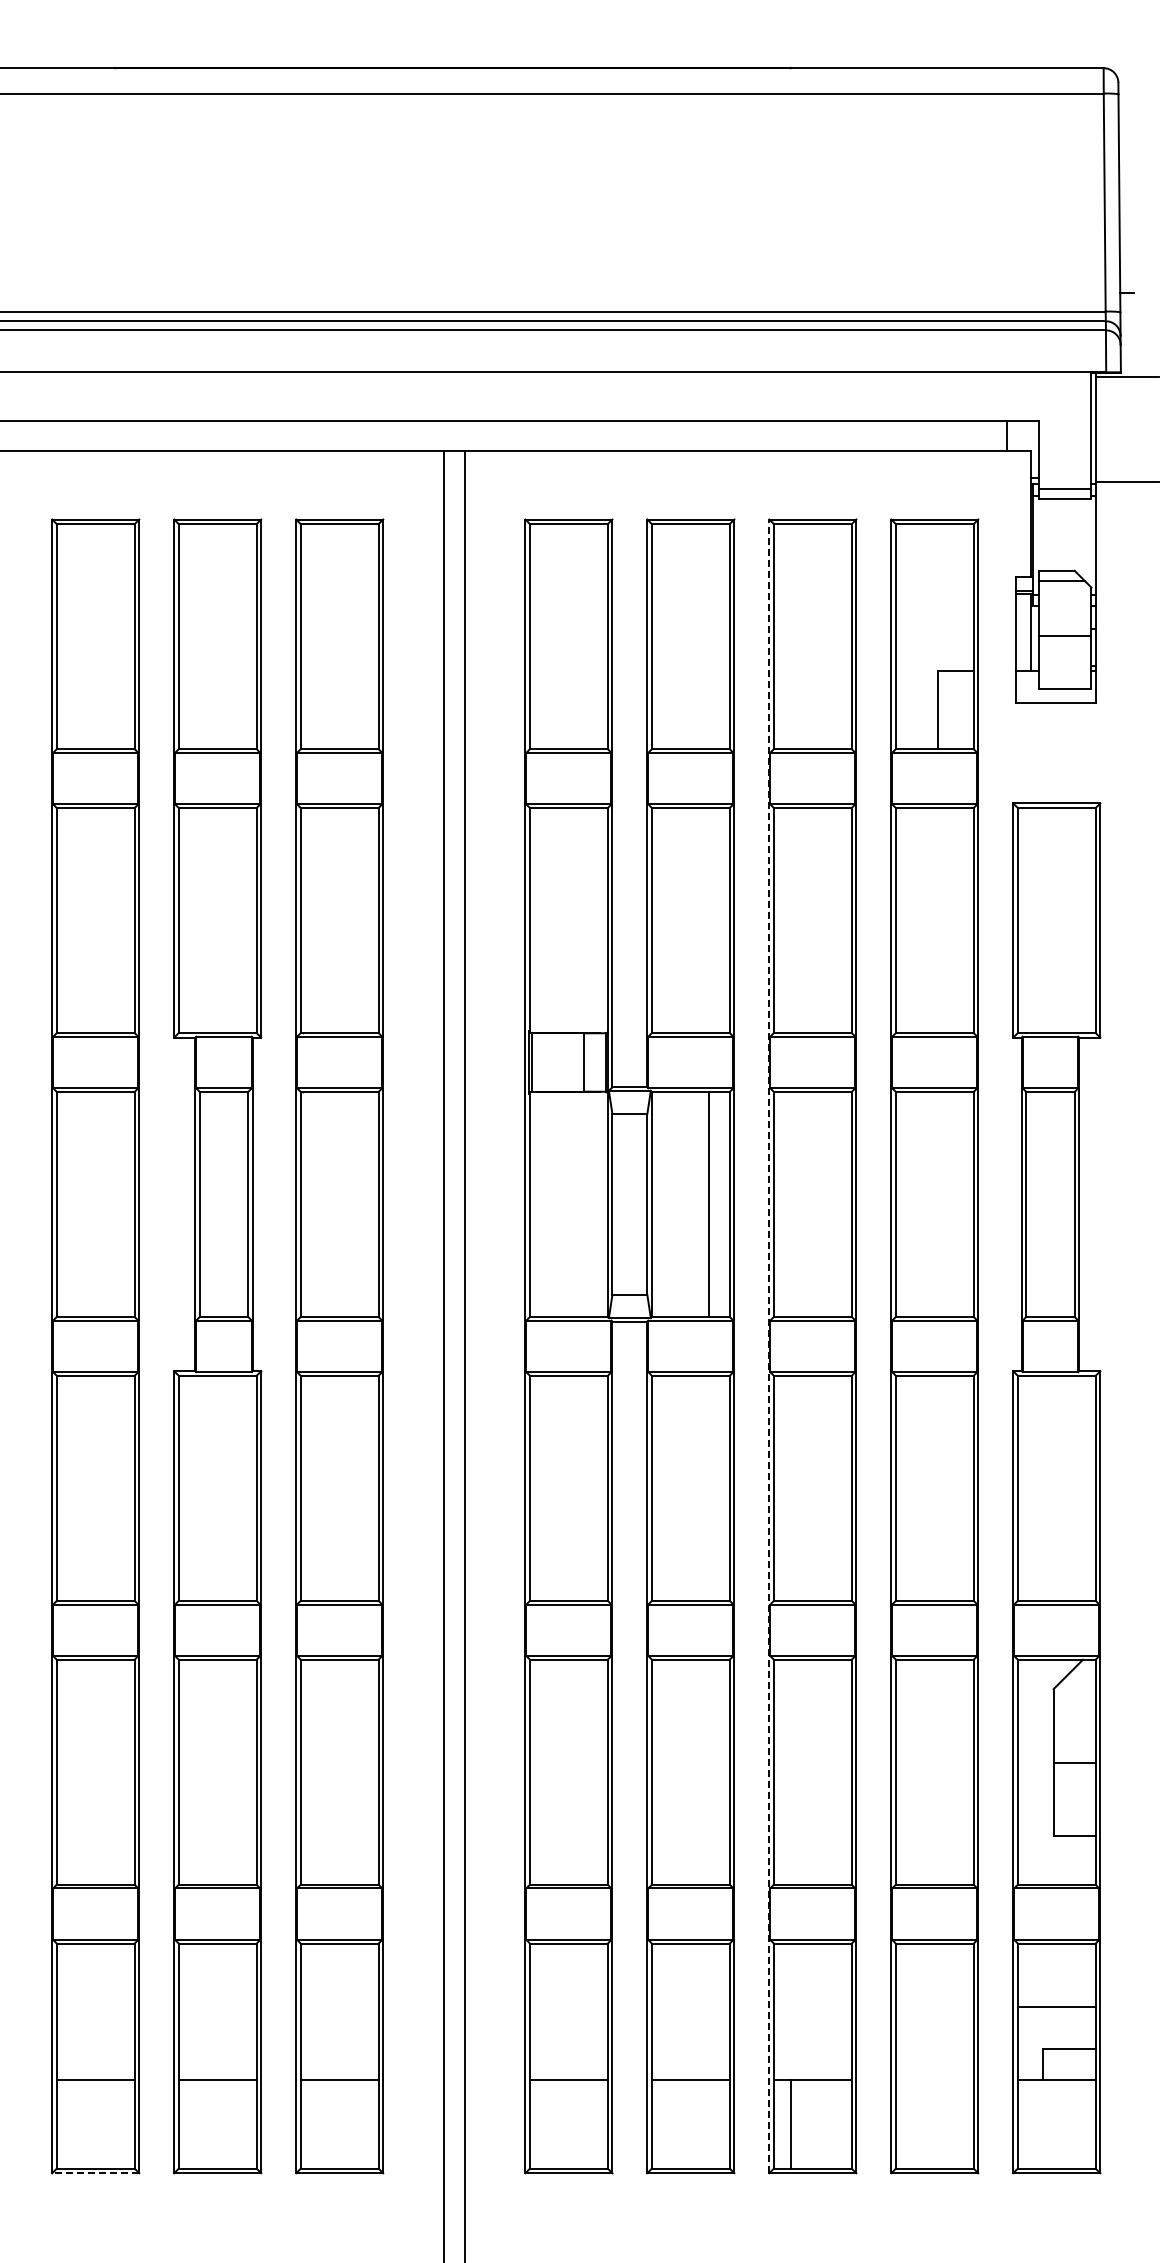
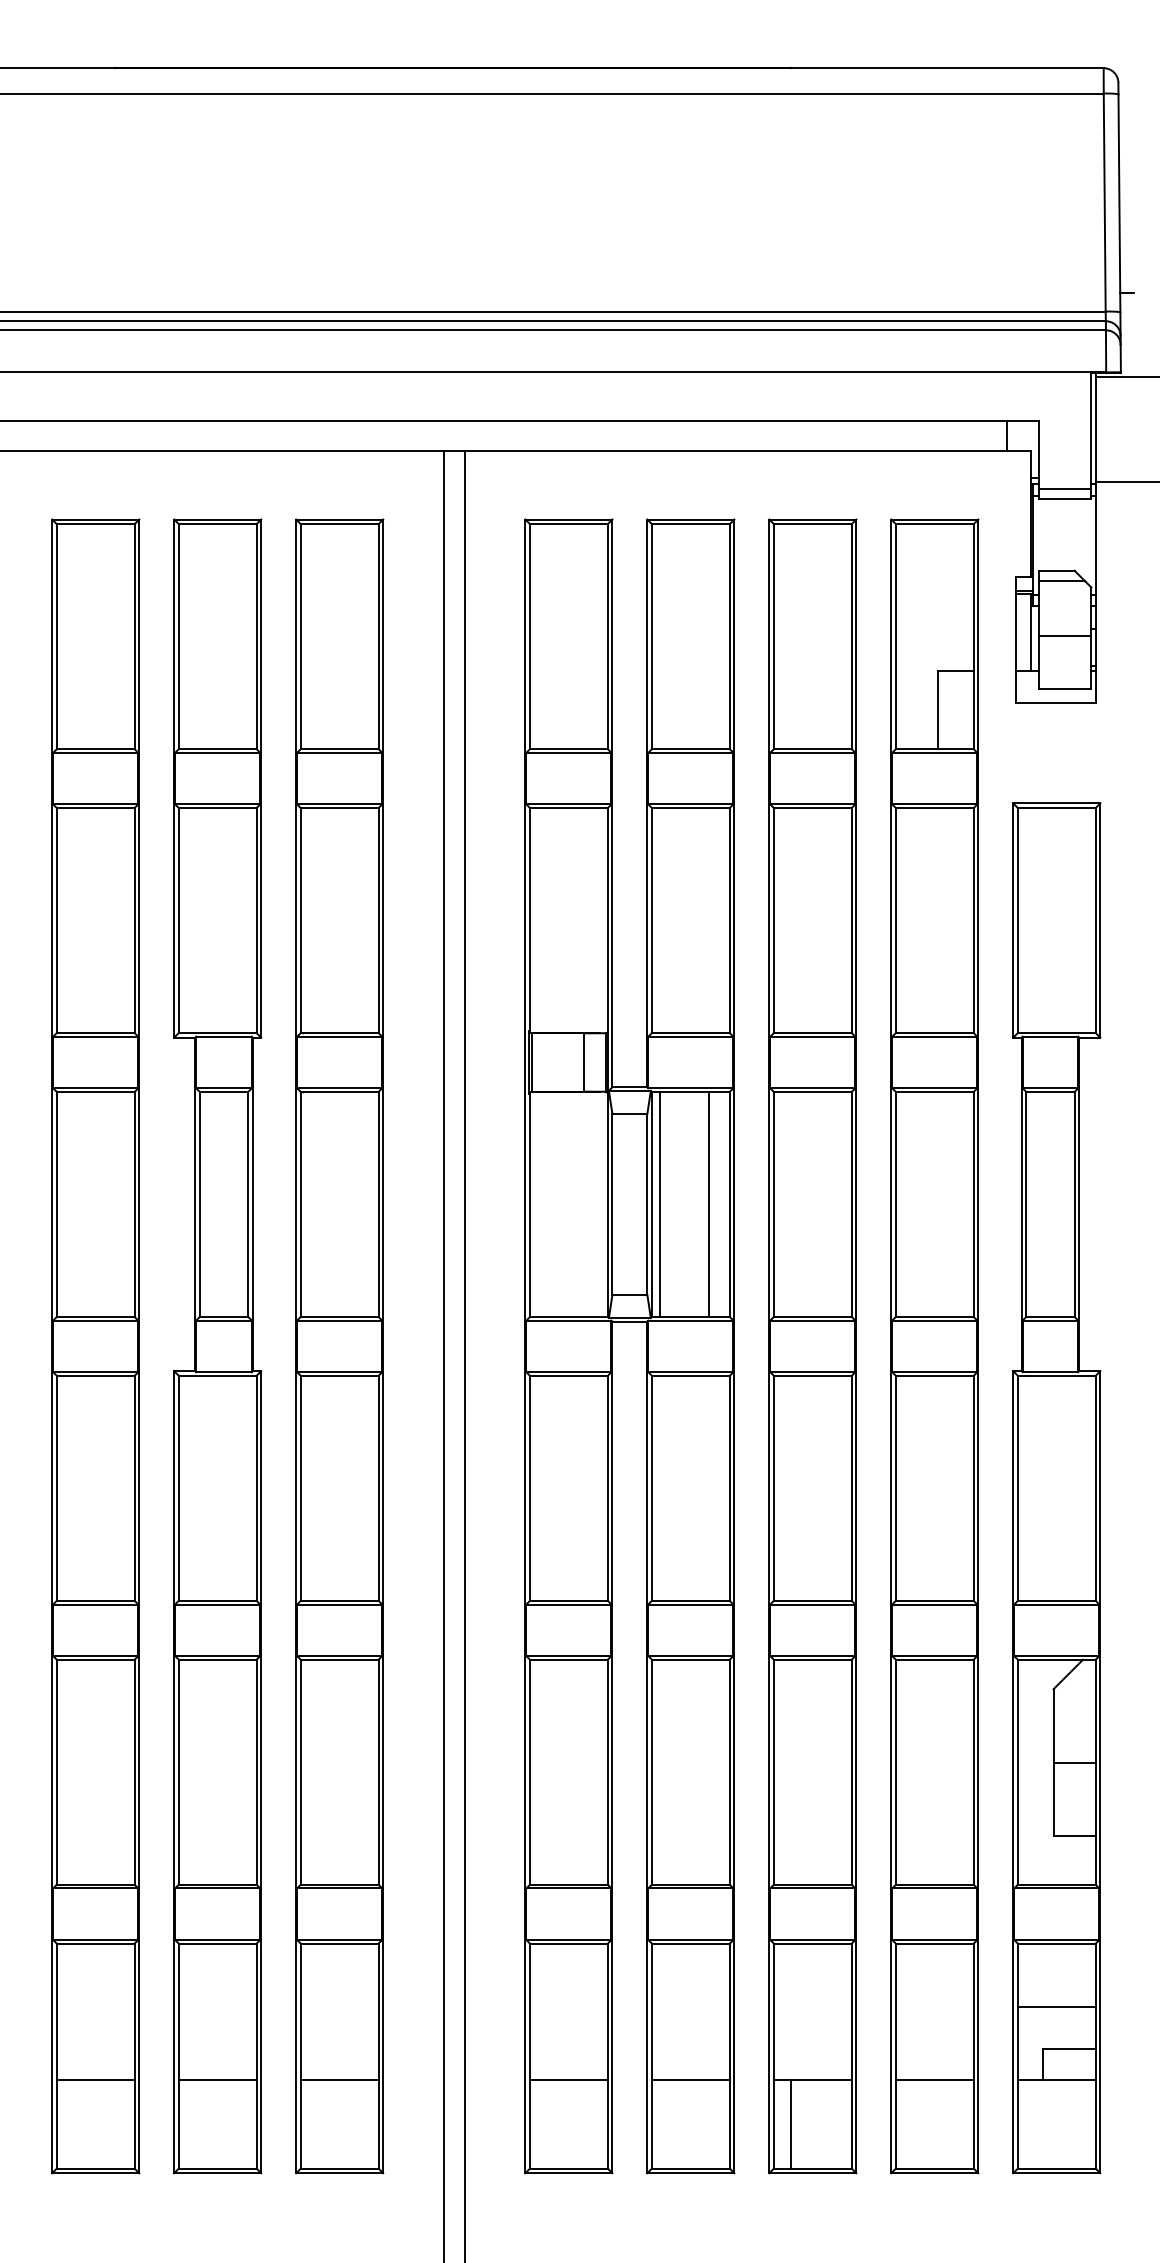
line at (660, 1203): none -> present
line at (769, 1346): dashed -> solid
line at (934, 2080): none -> present
line at (95, 2173): dashed -> solid
